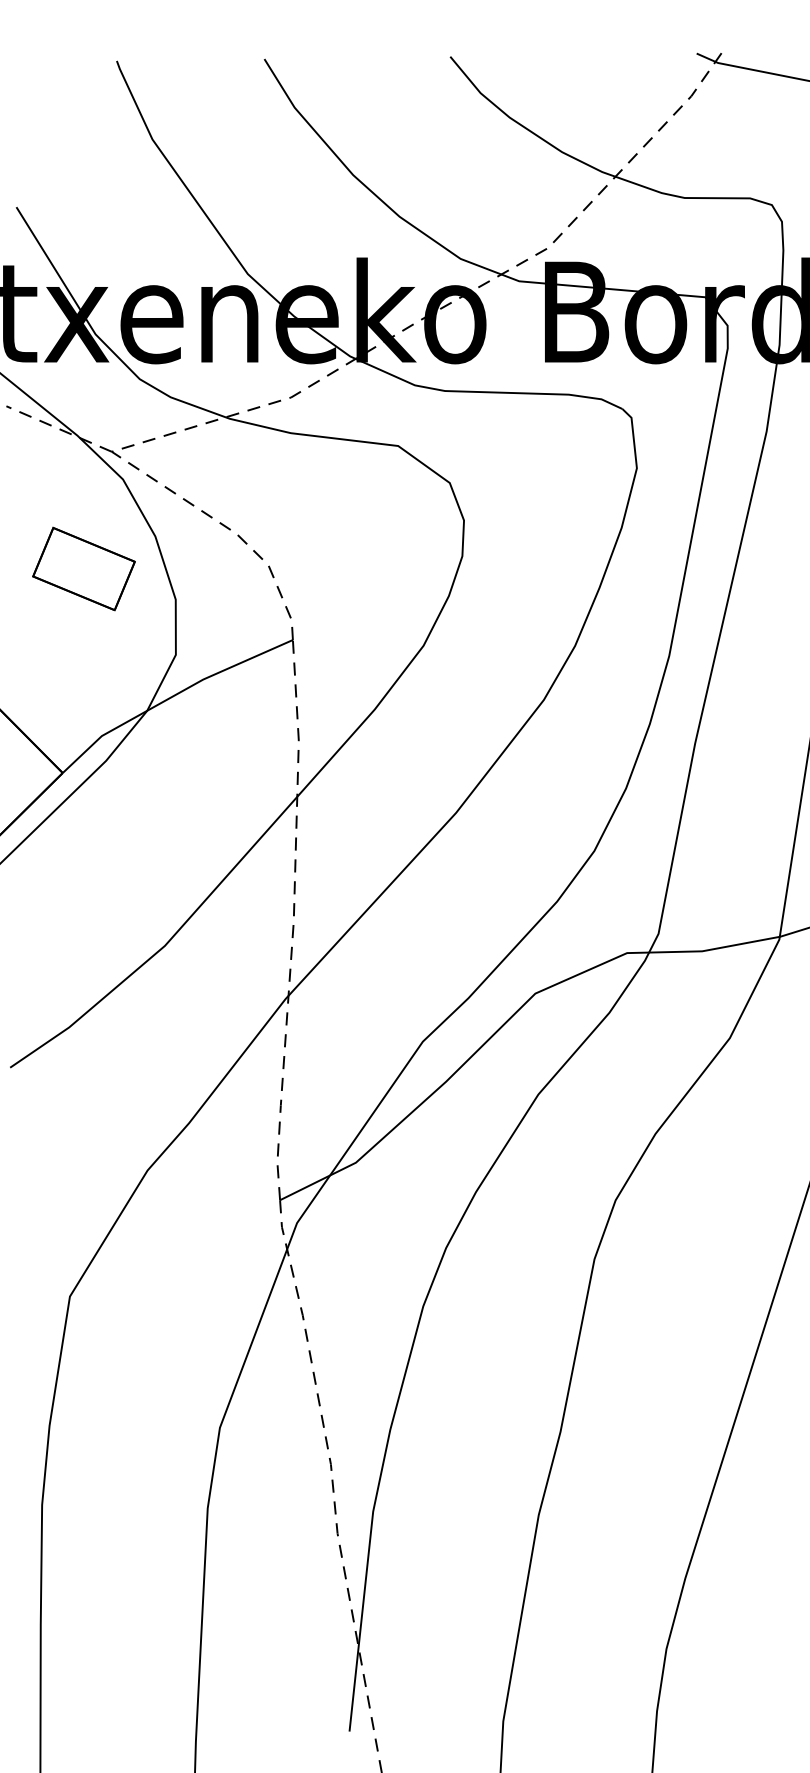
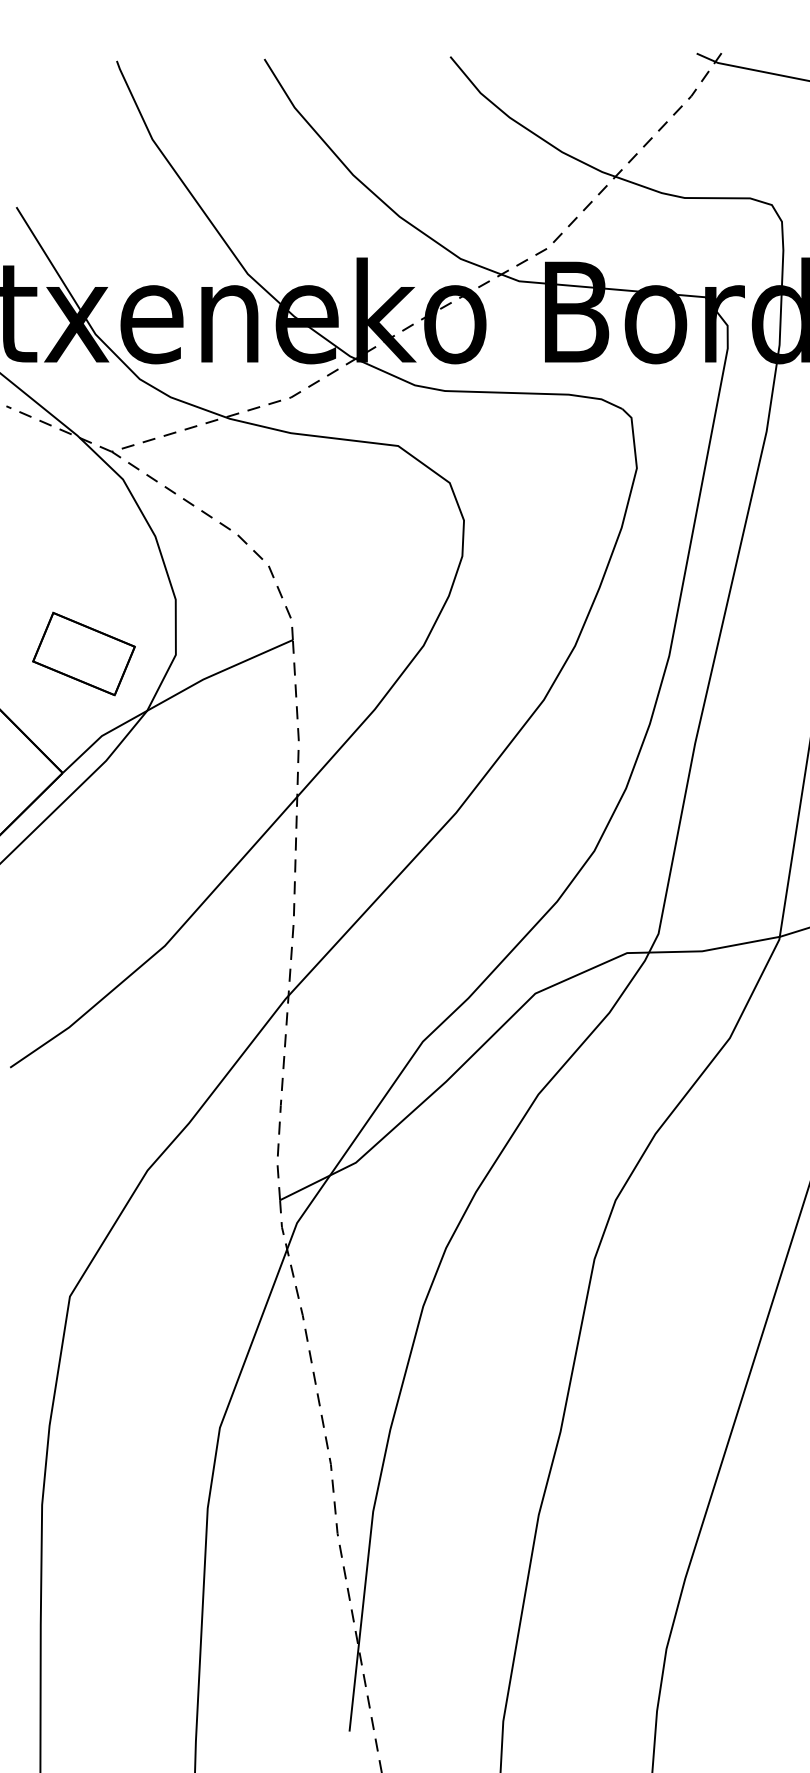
part at (83, 568) position: (83, 568) -> (83, 653)
